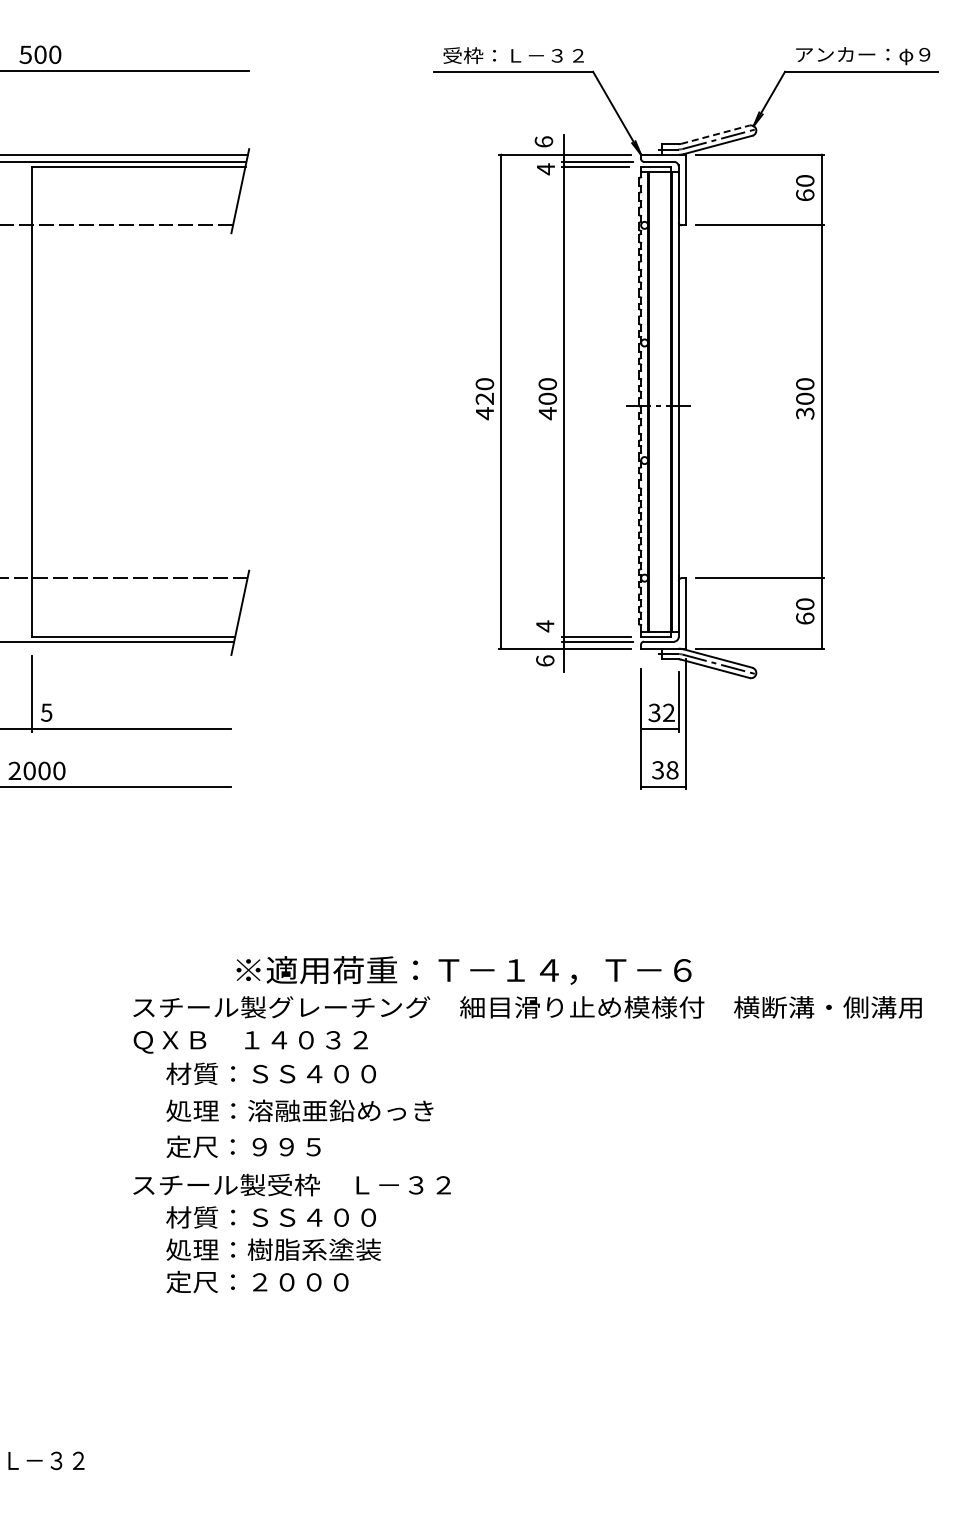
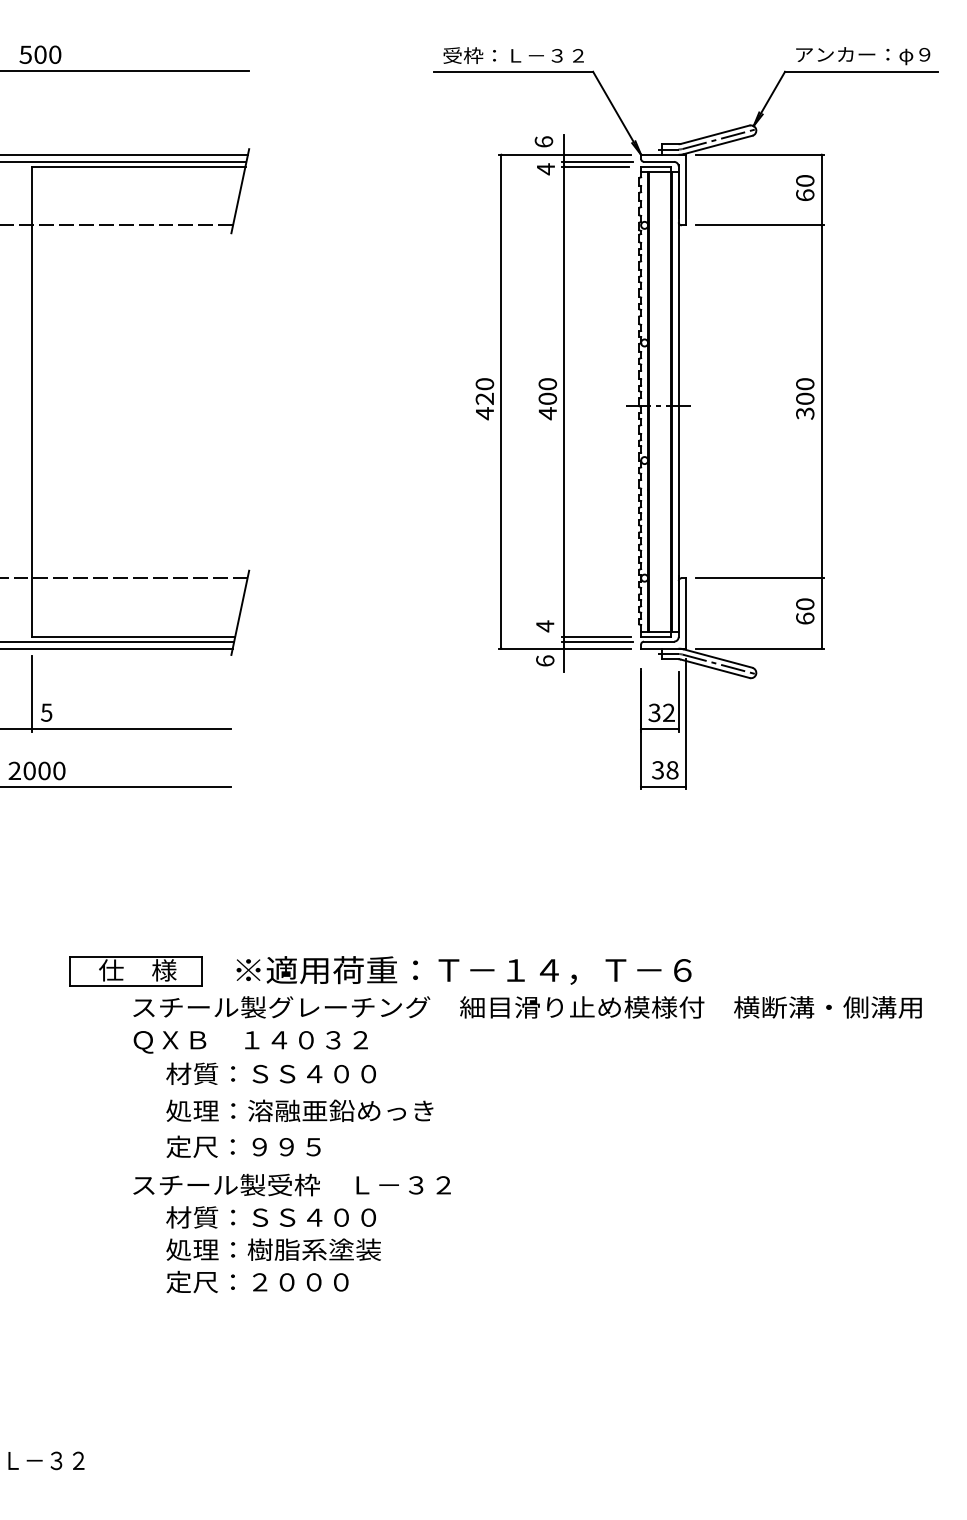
line at (715, 134): dashed -> solid
line at (117, 648): none -> present
part at (135, 971): none -> present
